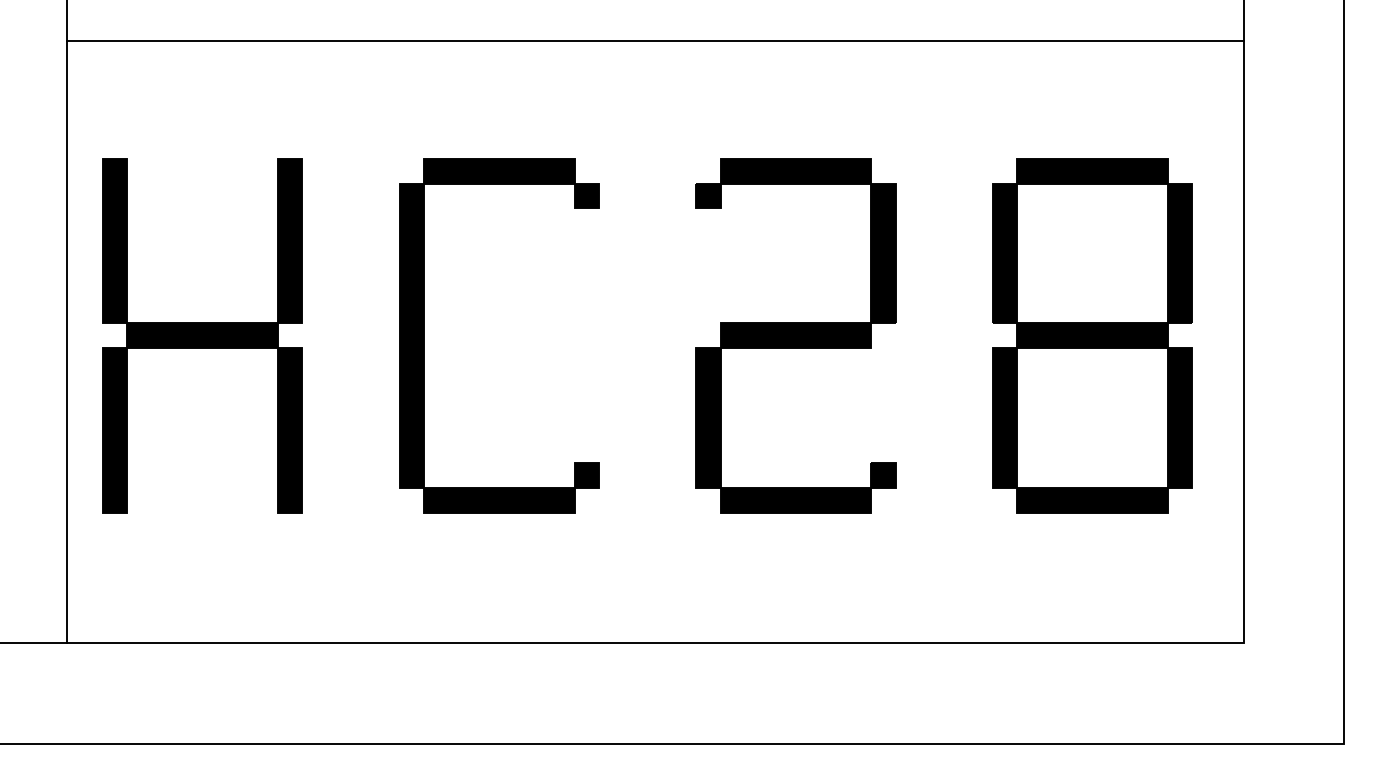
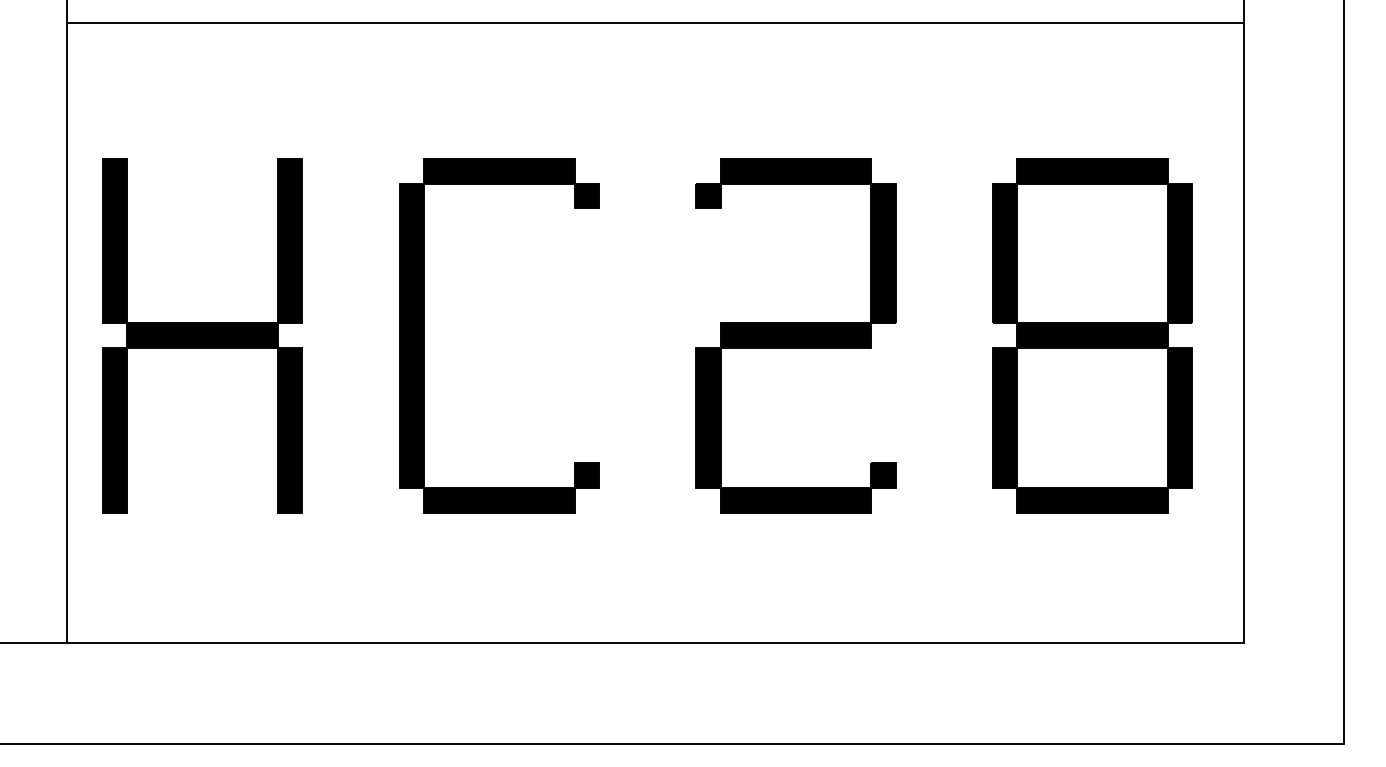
line at (654, 41) position: (654, 41) -> (654, 23)
